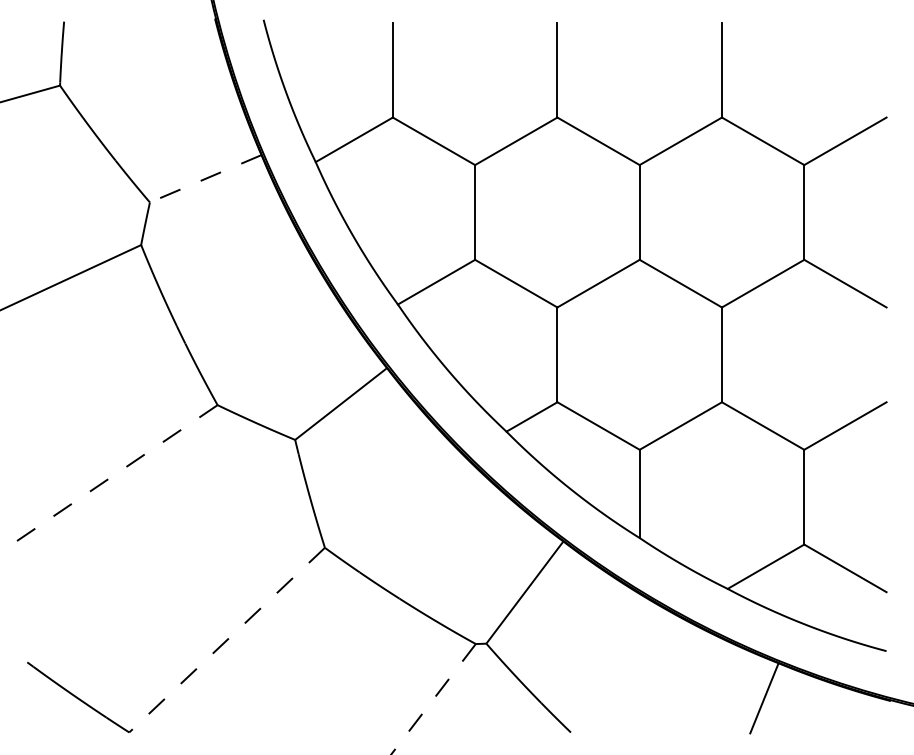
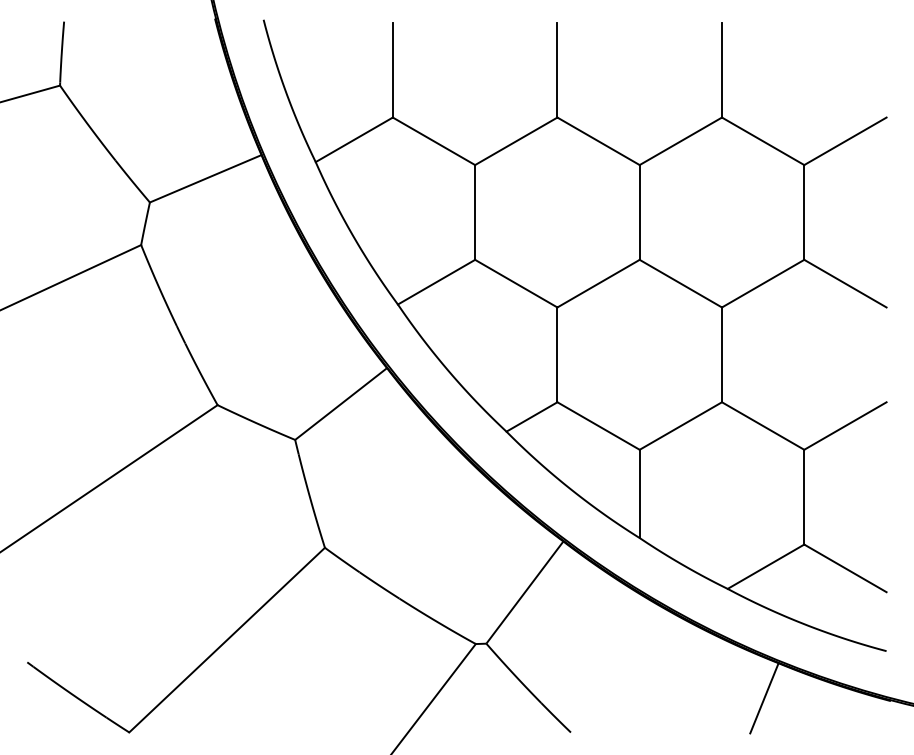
line at (205, 178): dashed -> solid
line at (108, 479): dashed -> solid
line at (227, 640): dashed -> solid
line at (433, 699): dashed -> solid
